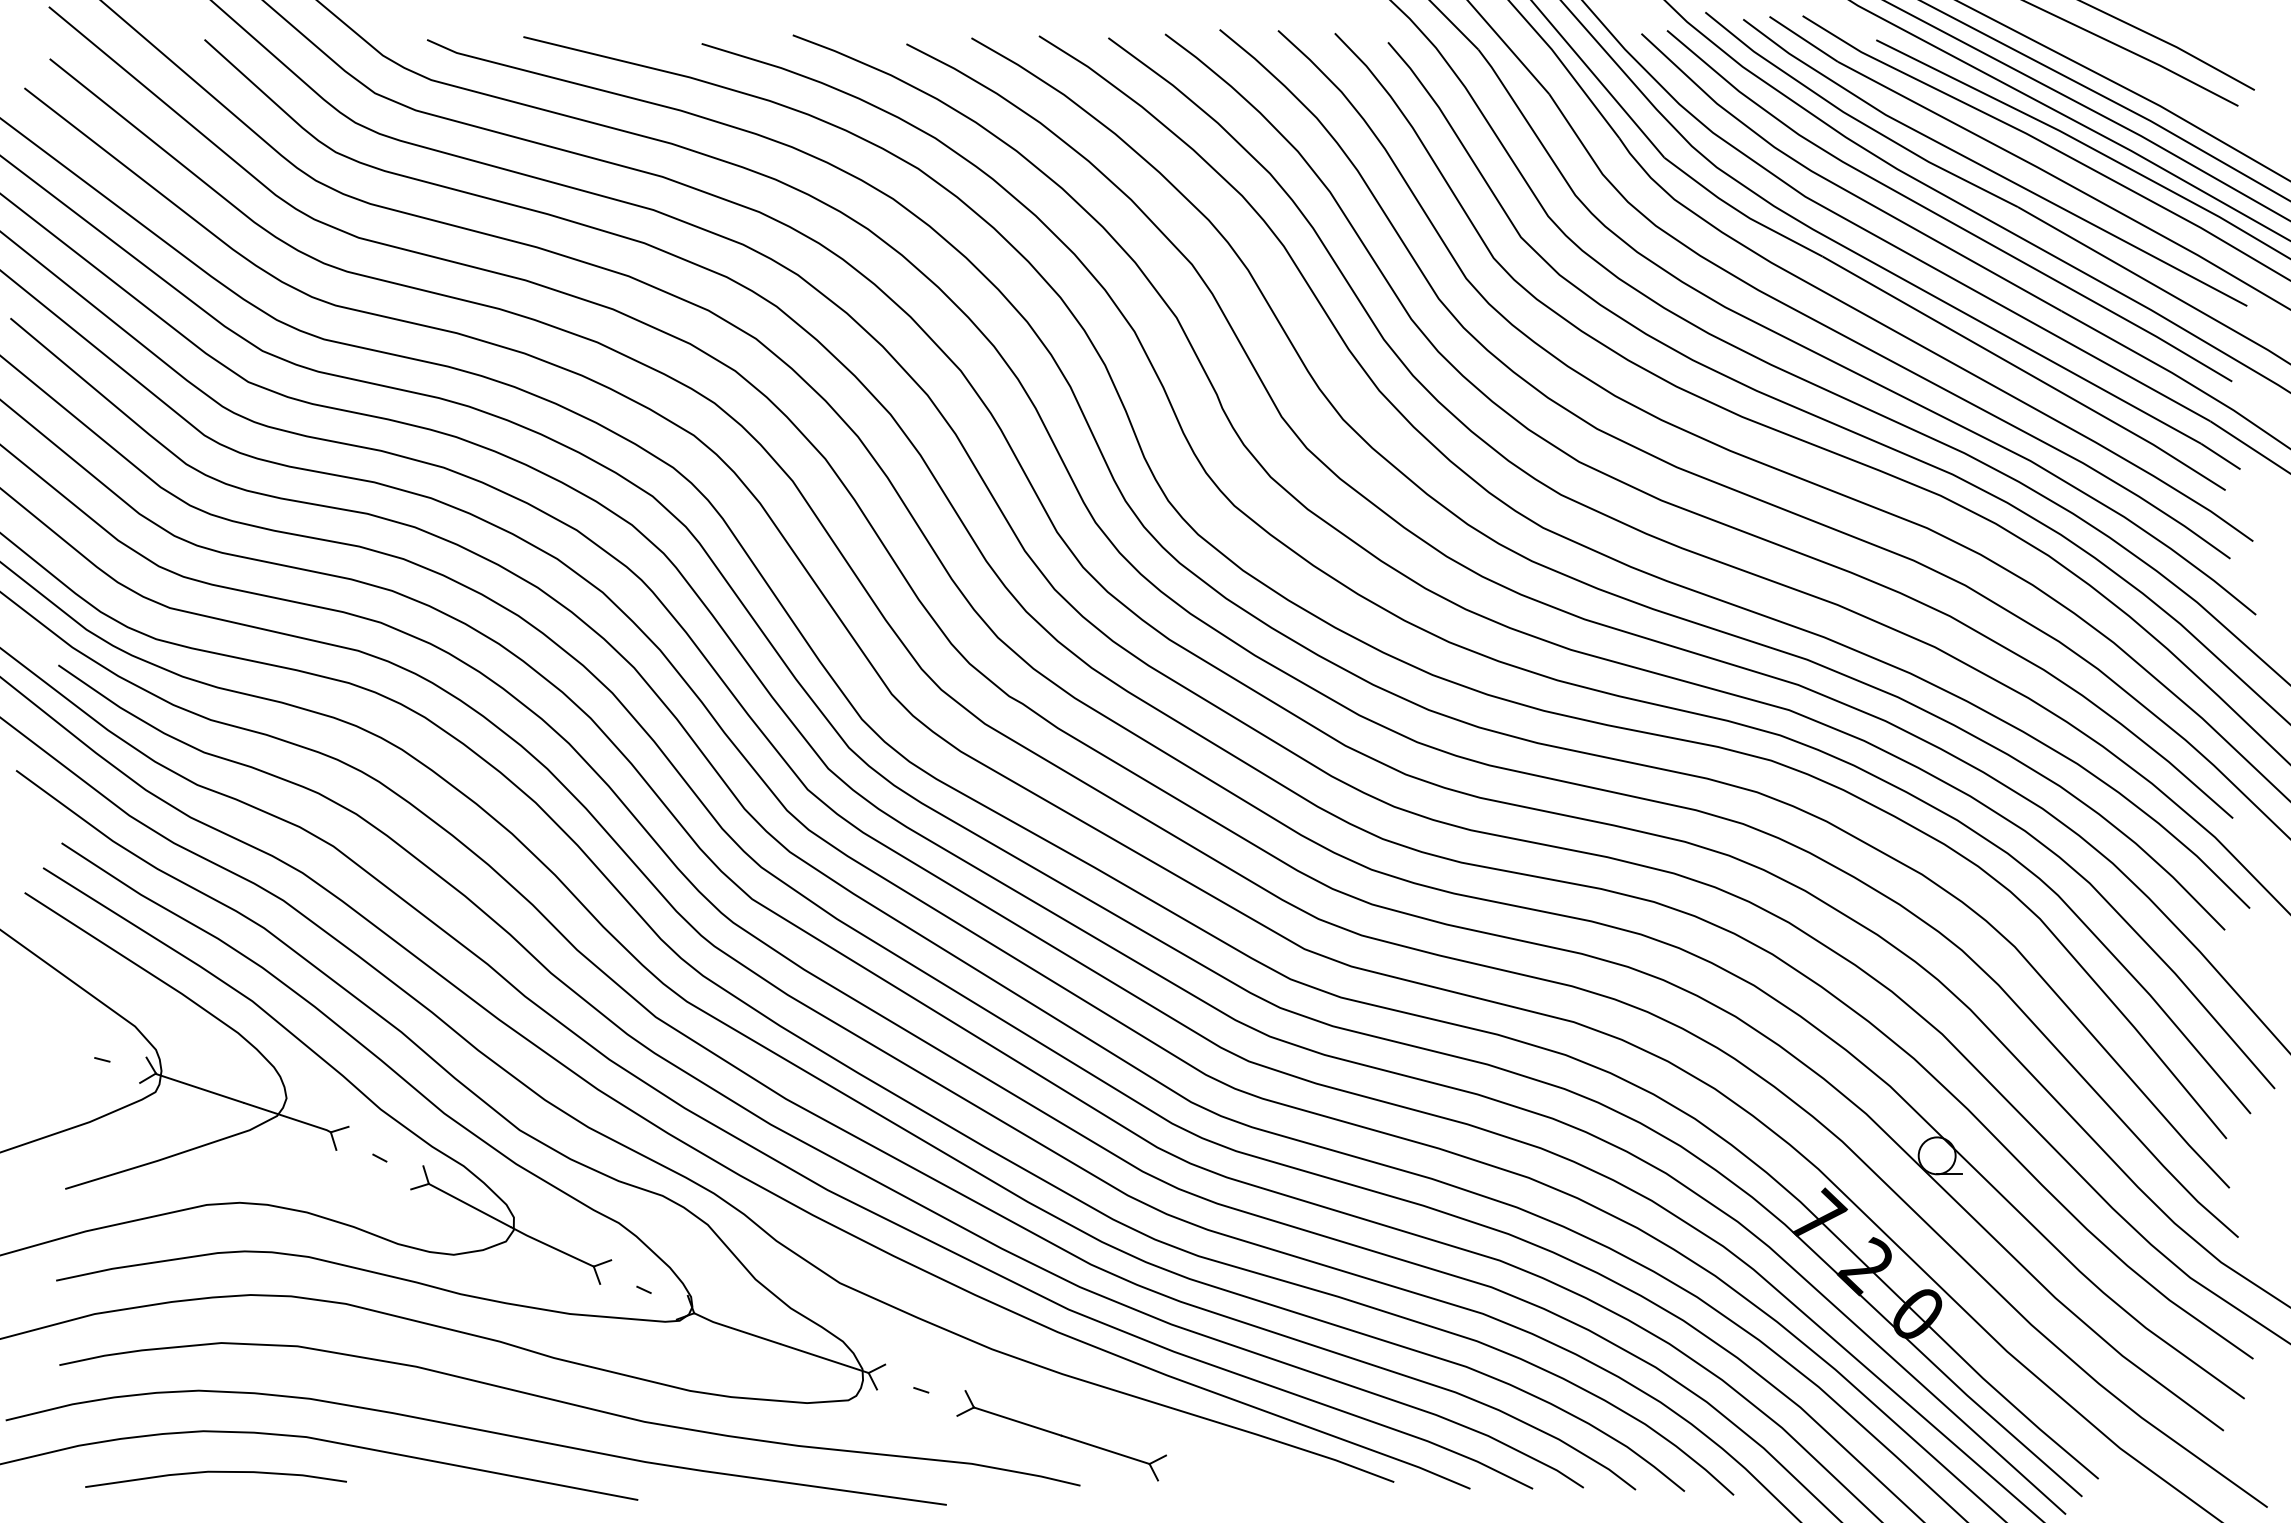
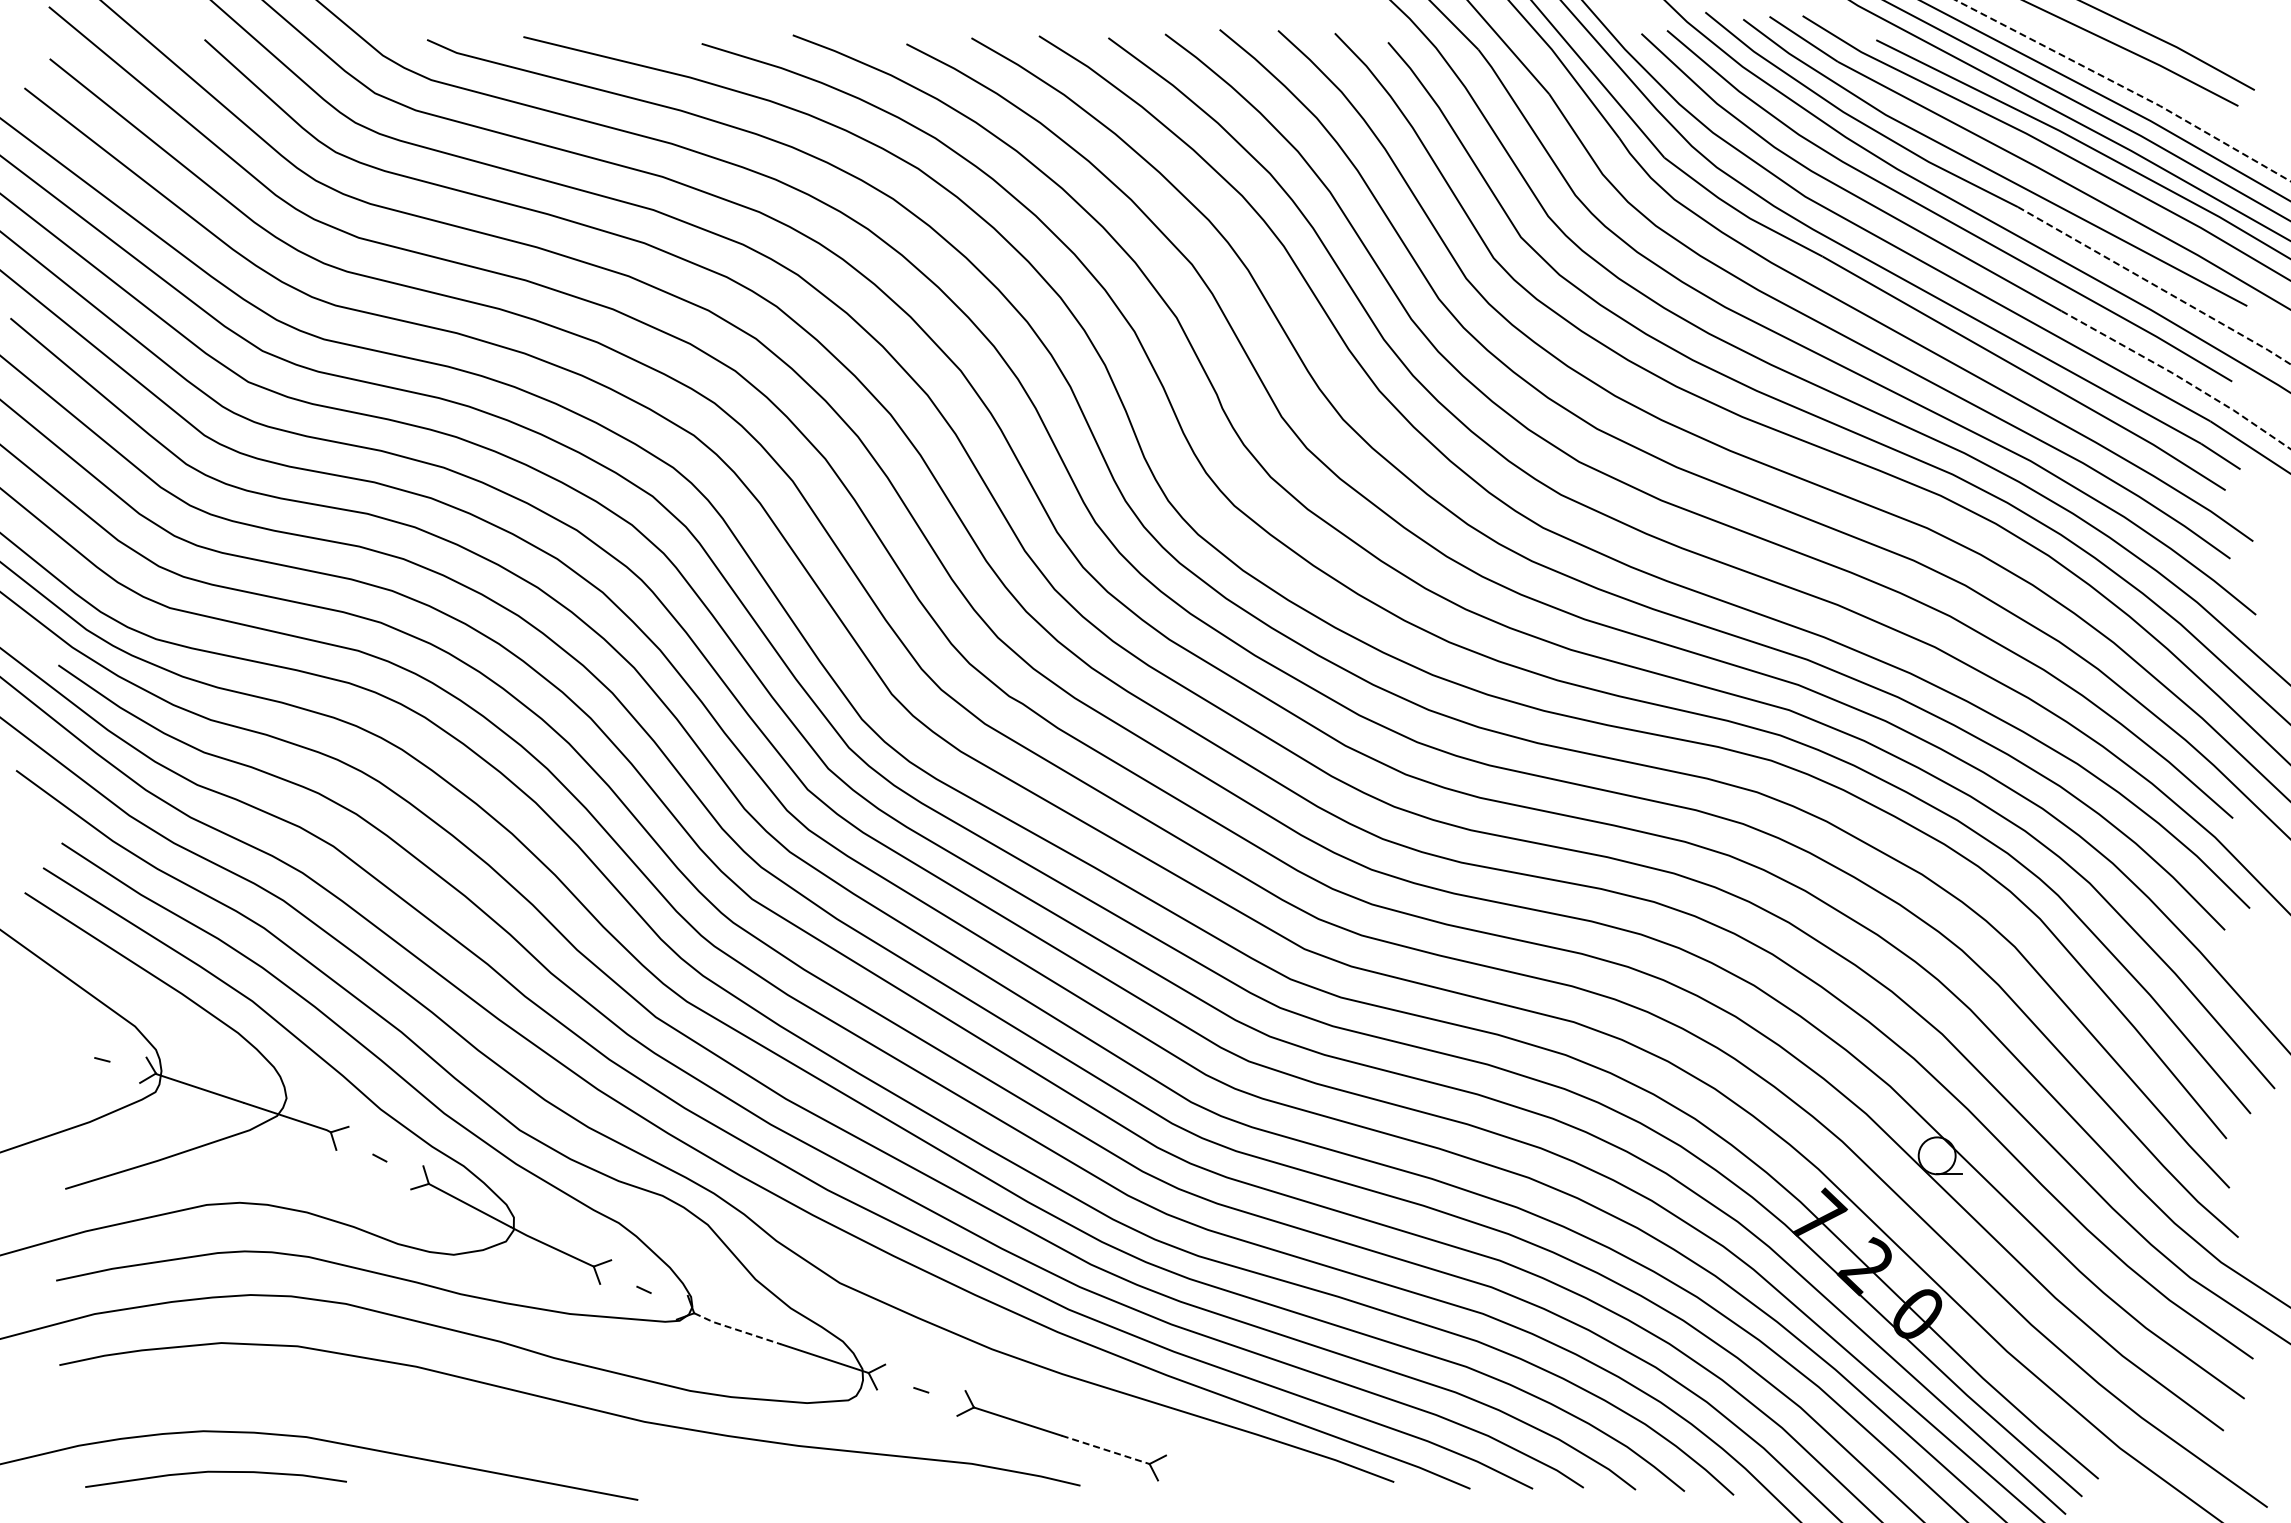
line at (2124, 87): solid -> dashed
line at (2155, 285): solid -> dashed
line at (2178, 376): solid -> dashed
line at (736, 1329): solid -> dashed
curve at (476, 1430): present -> none
line at (1106, 1450): solid -> dashed
